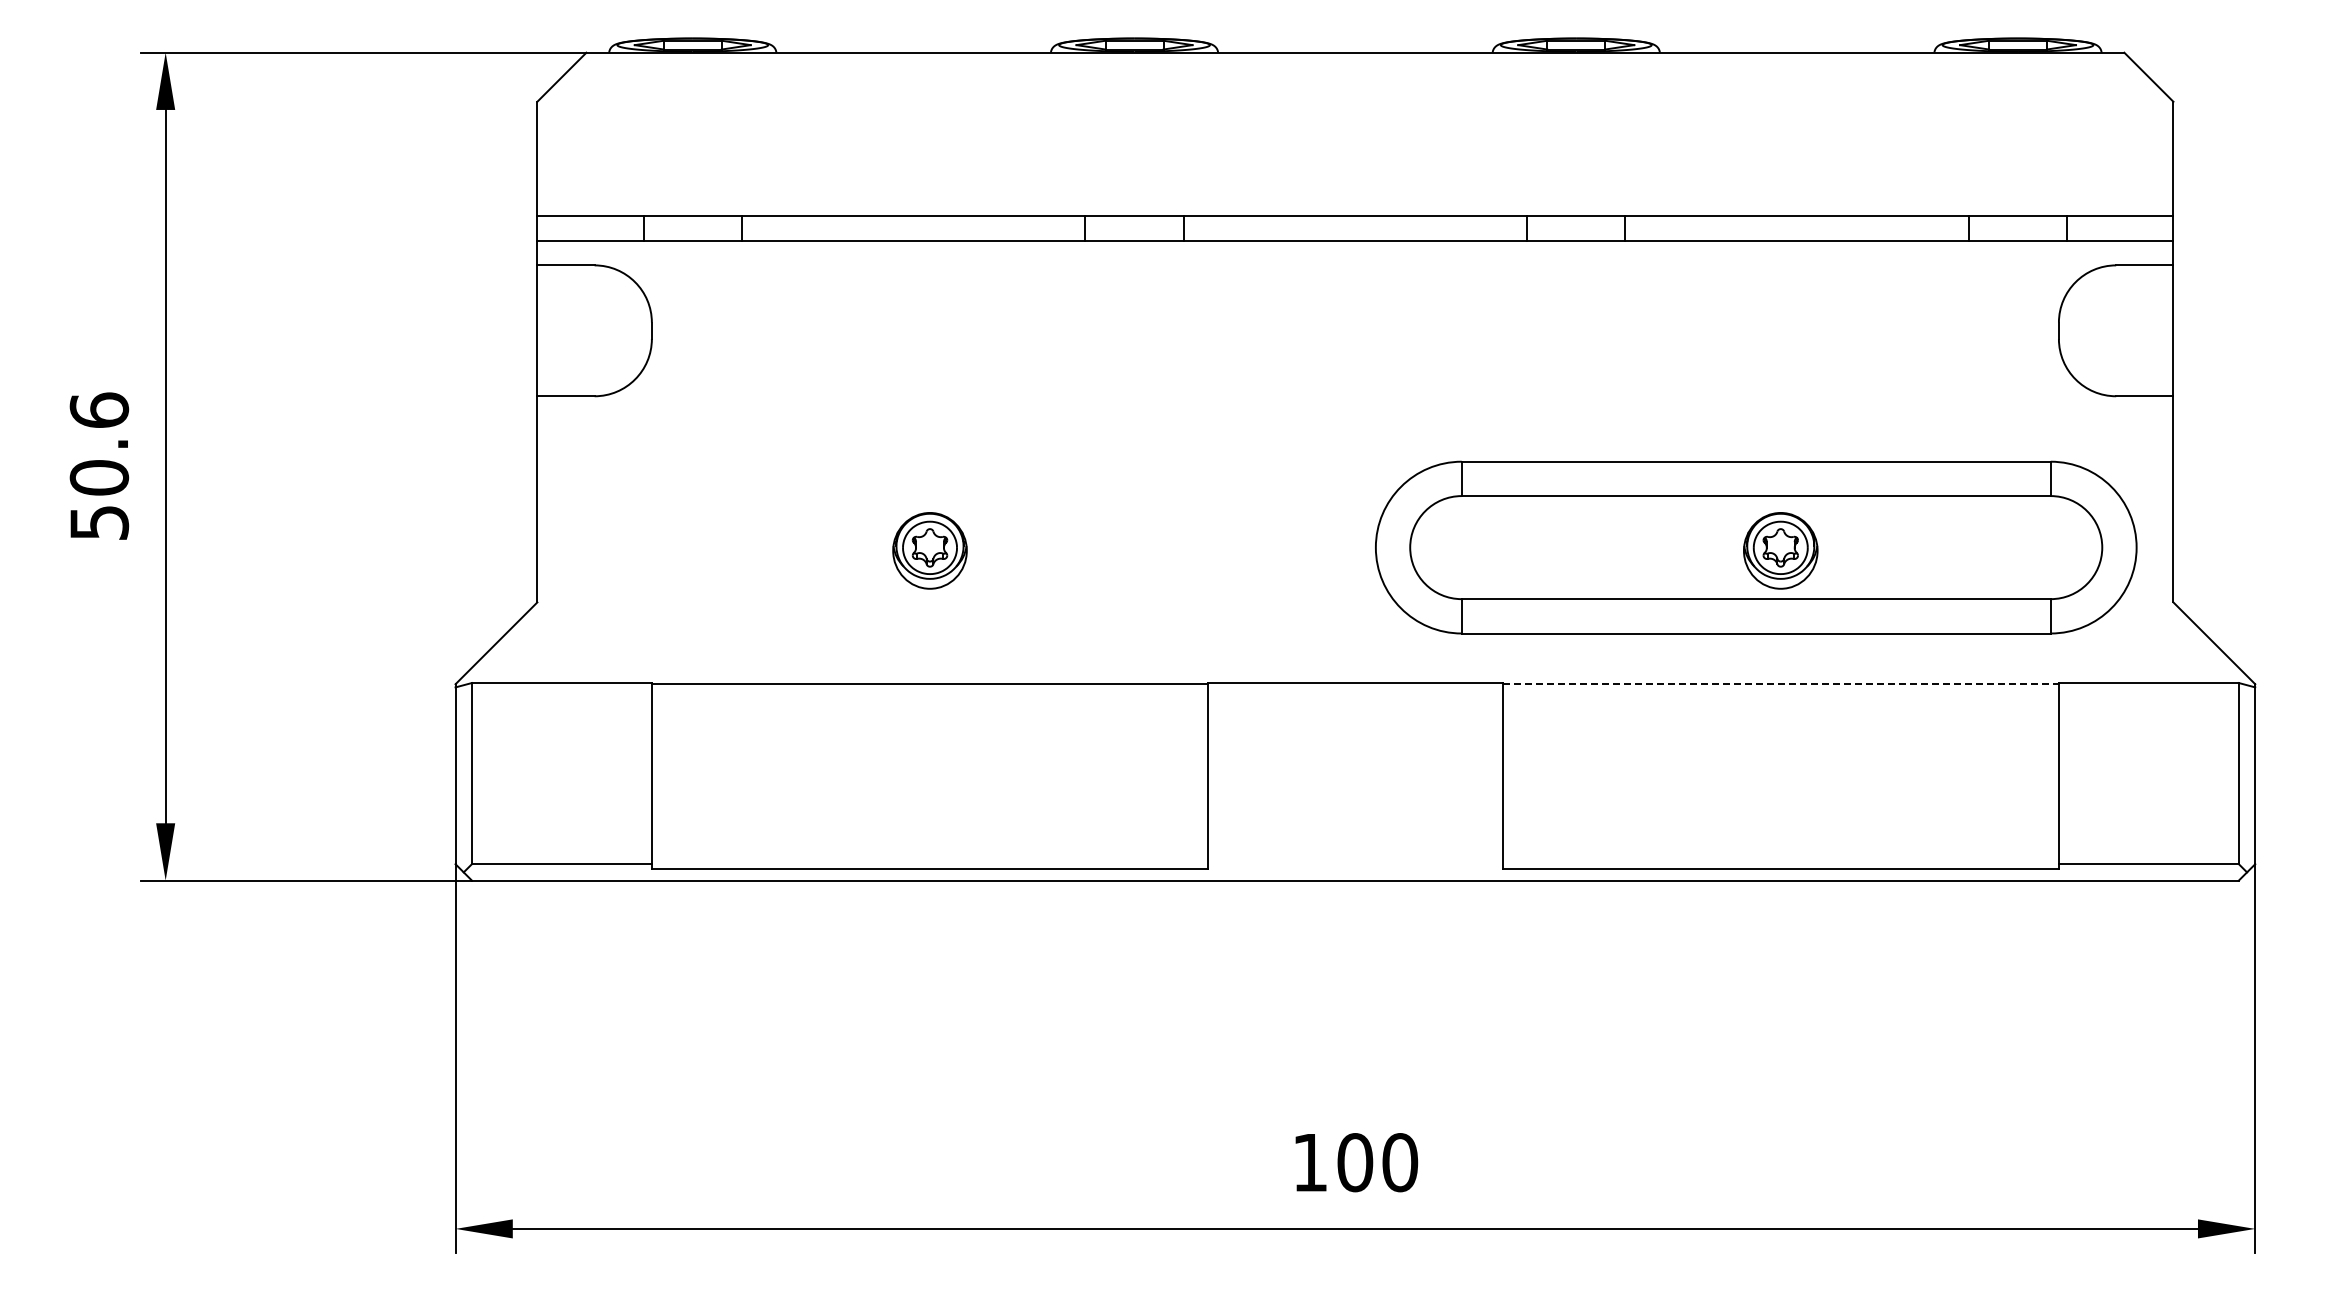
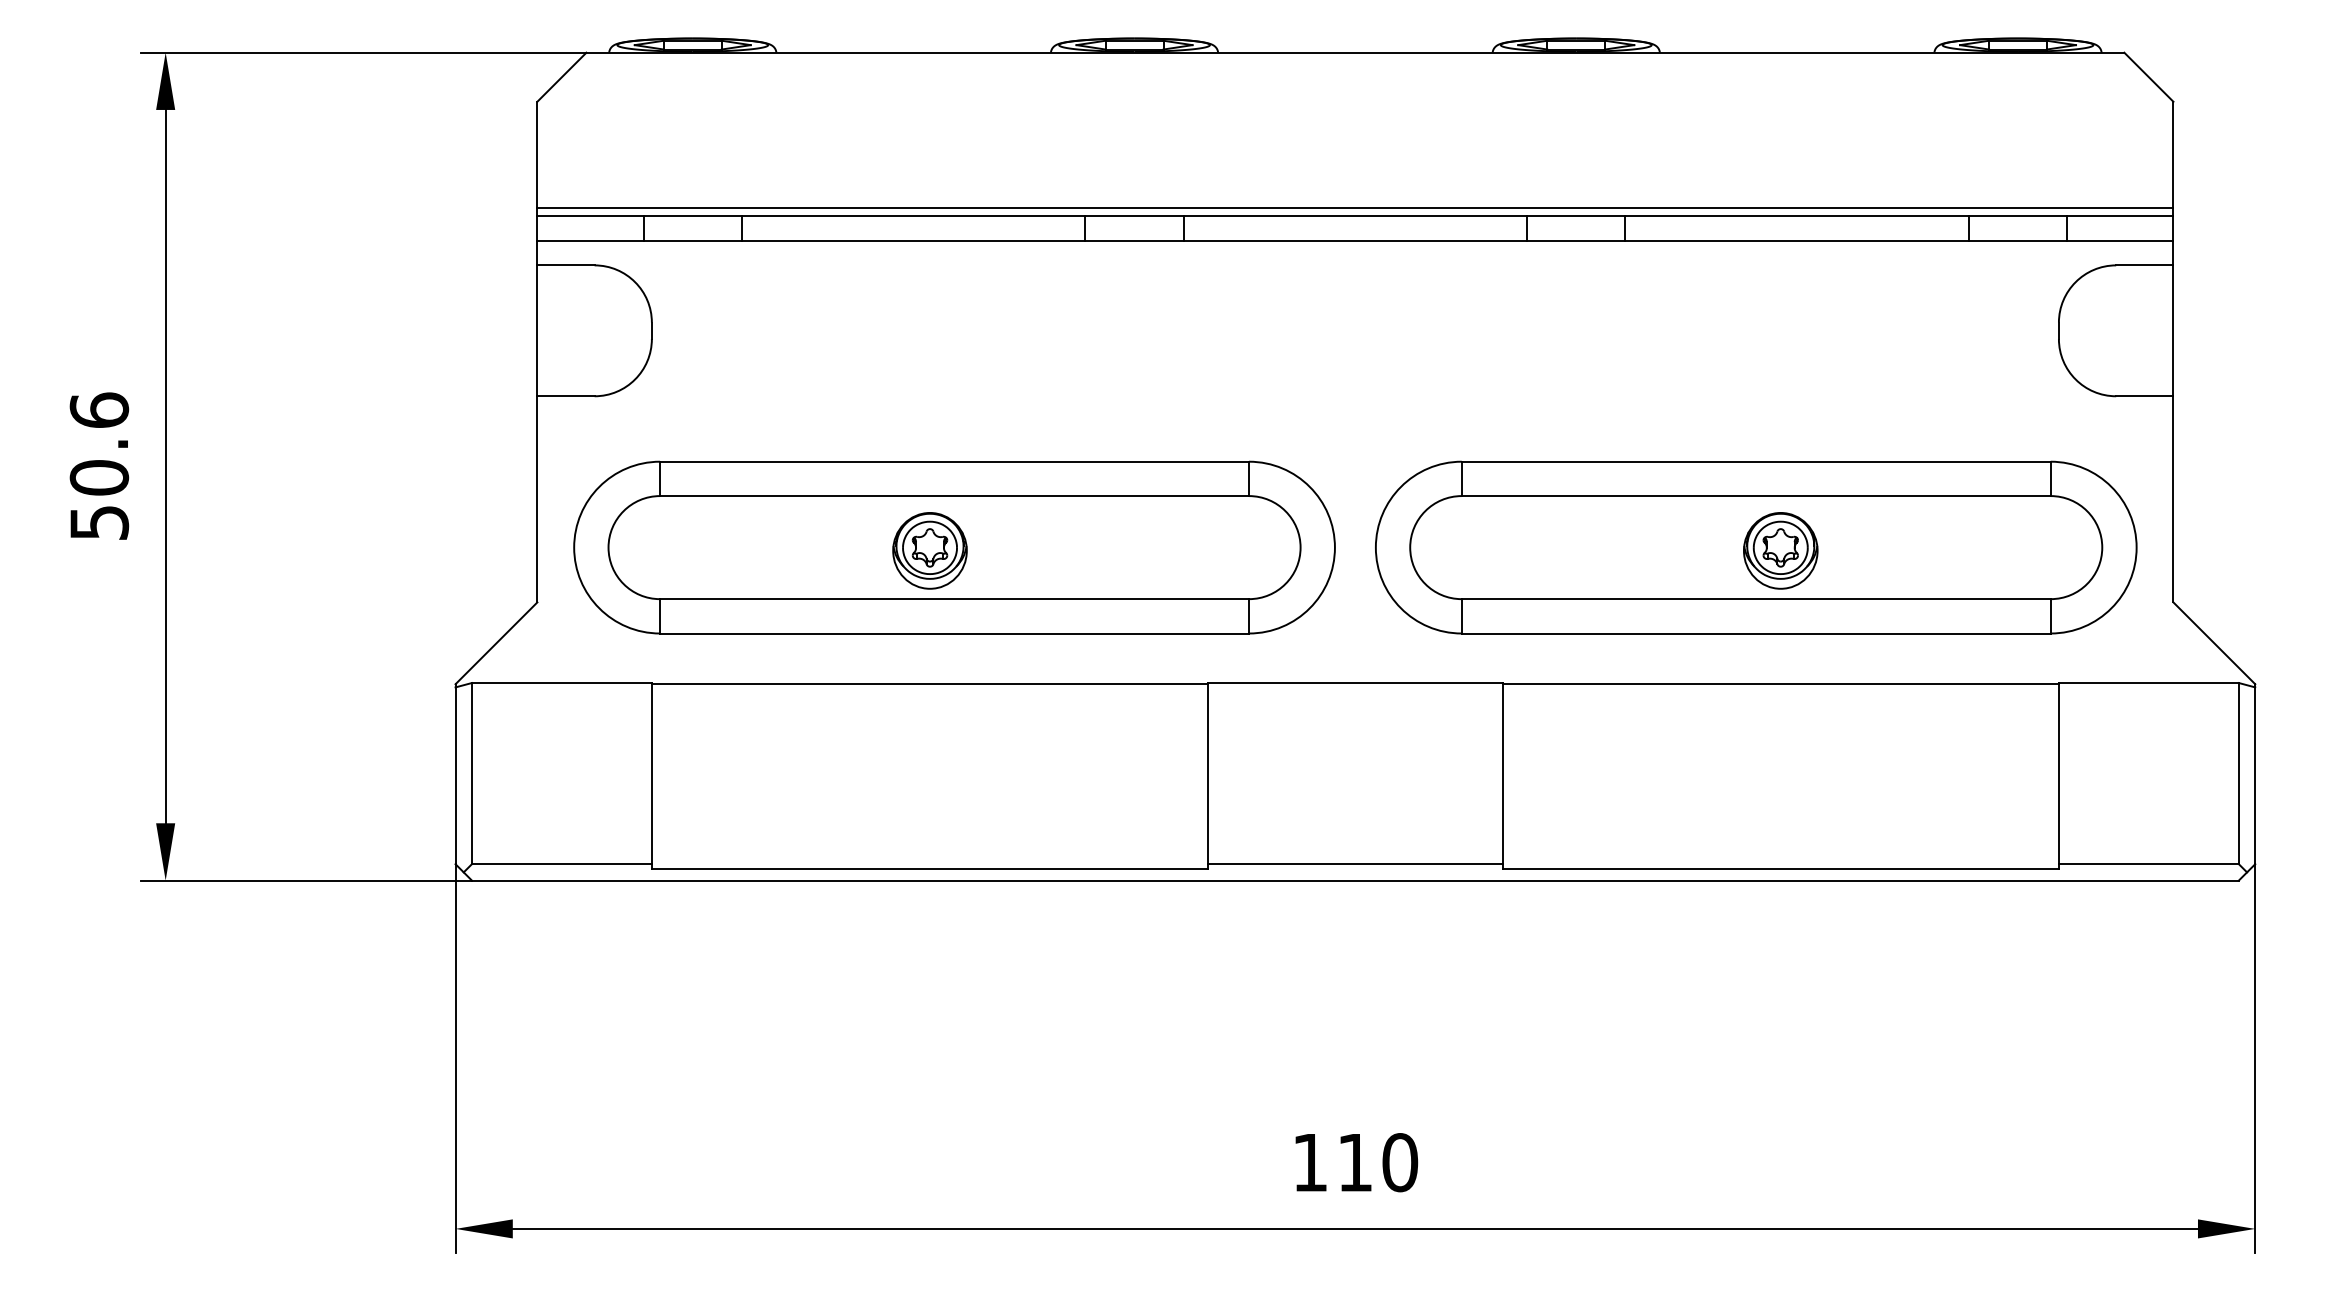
line at (1355, 207): none -> present
part at (954, 547): none -> present
line at (1781, 684): dashed -> solid
line at (1355, 864): none -> present
text at (1355, 1162): 100 -> 110
